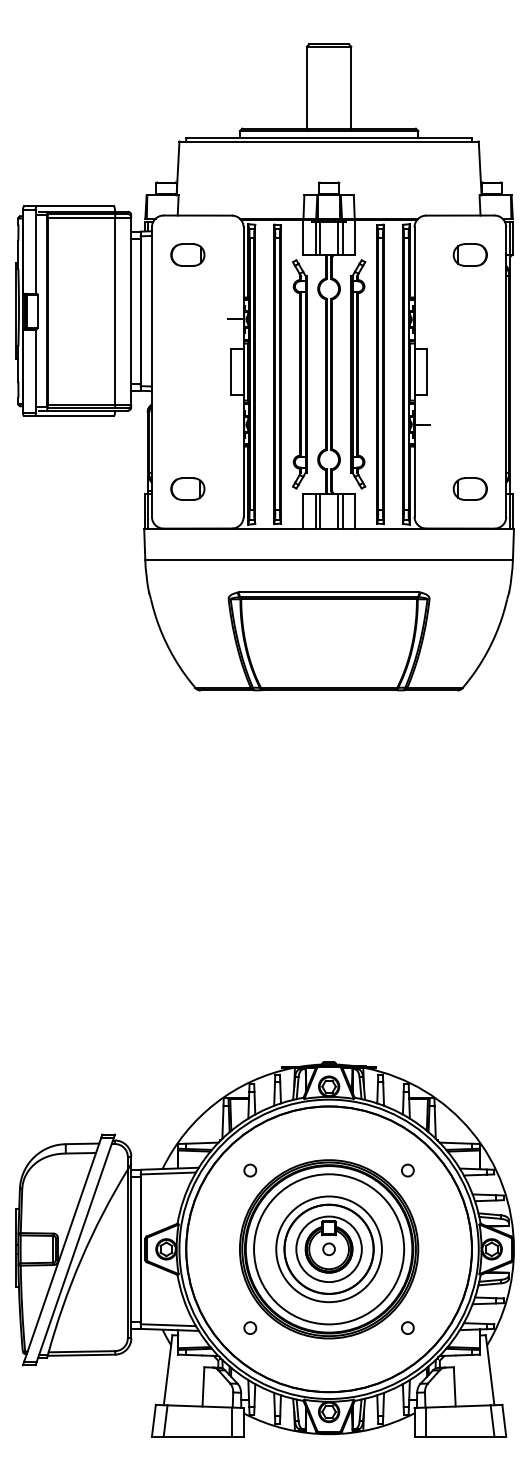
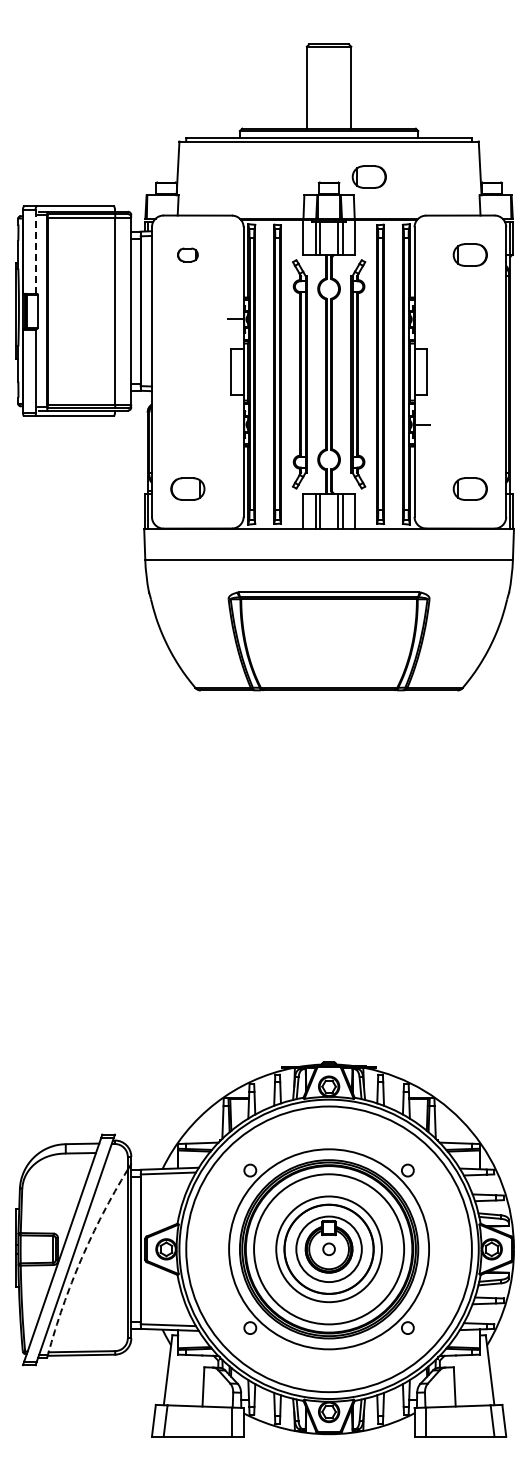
part at (368, 176): none -> present
line at (35, 251): solid -> dashed
part at (187, 254) size: 36x24 px -> 22x16 px
circle at (328, 1249) diameter: 286 px -> 200 px
arc at (81, 1259): solid -> dashed
